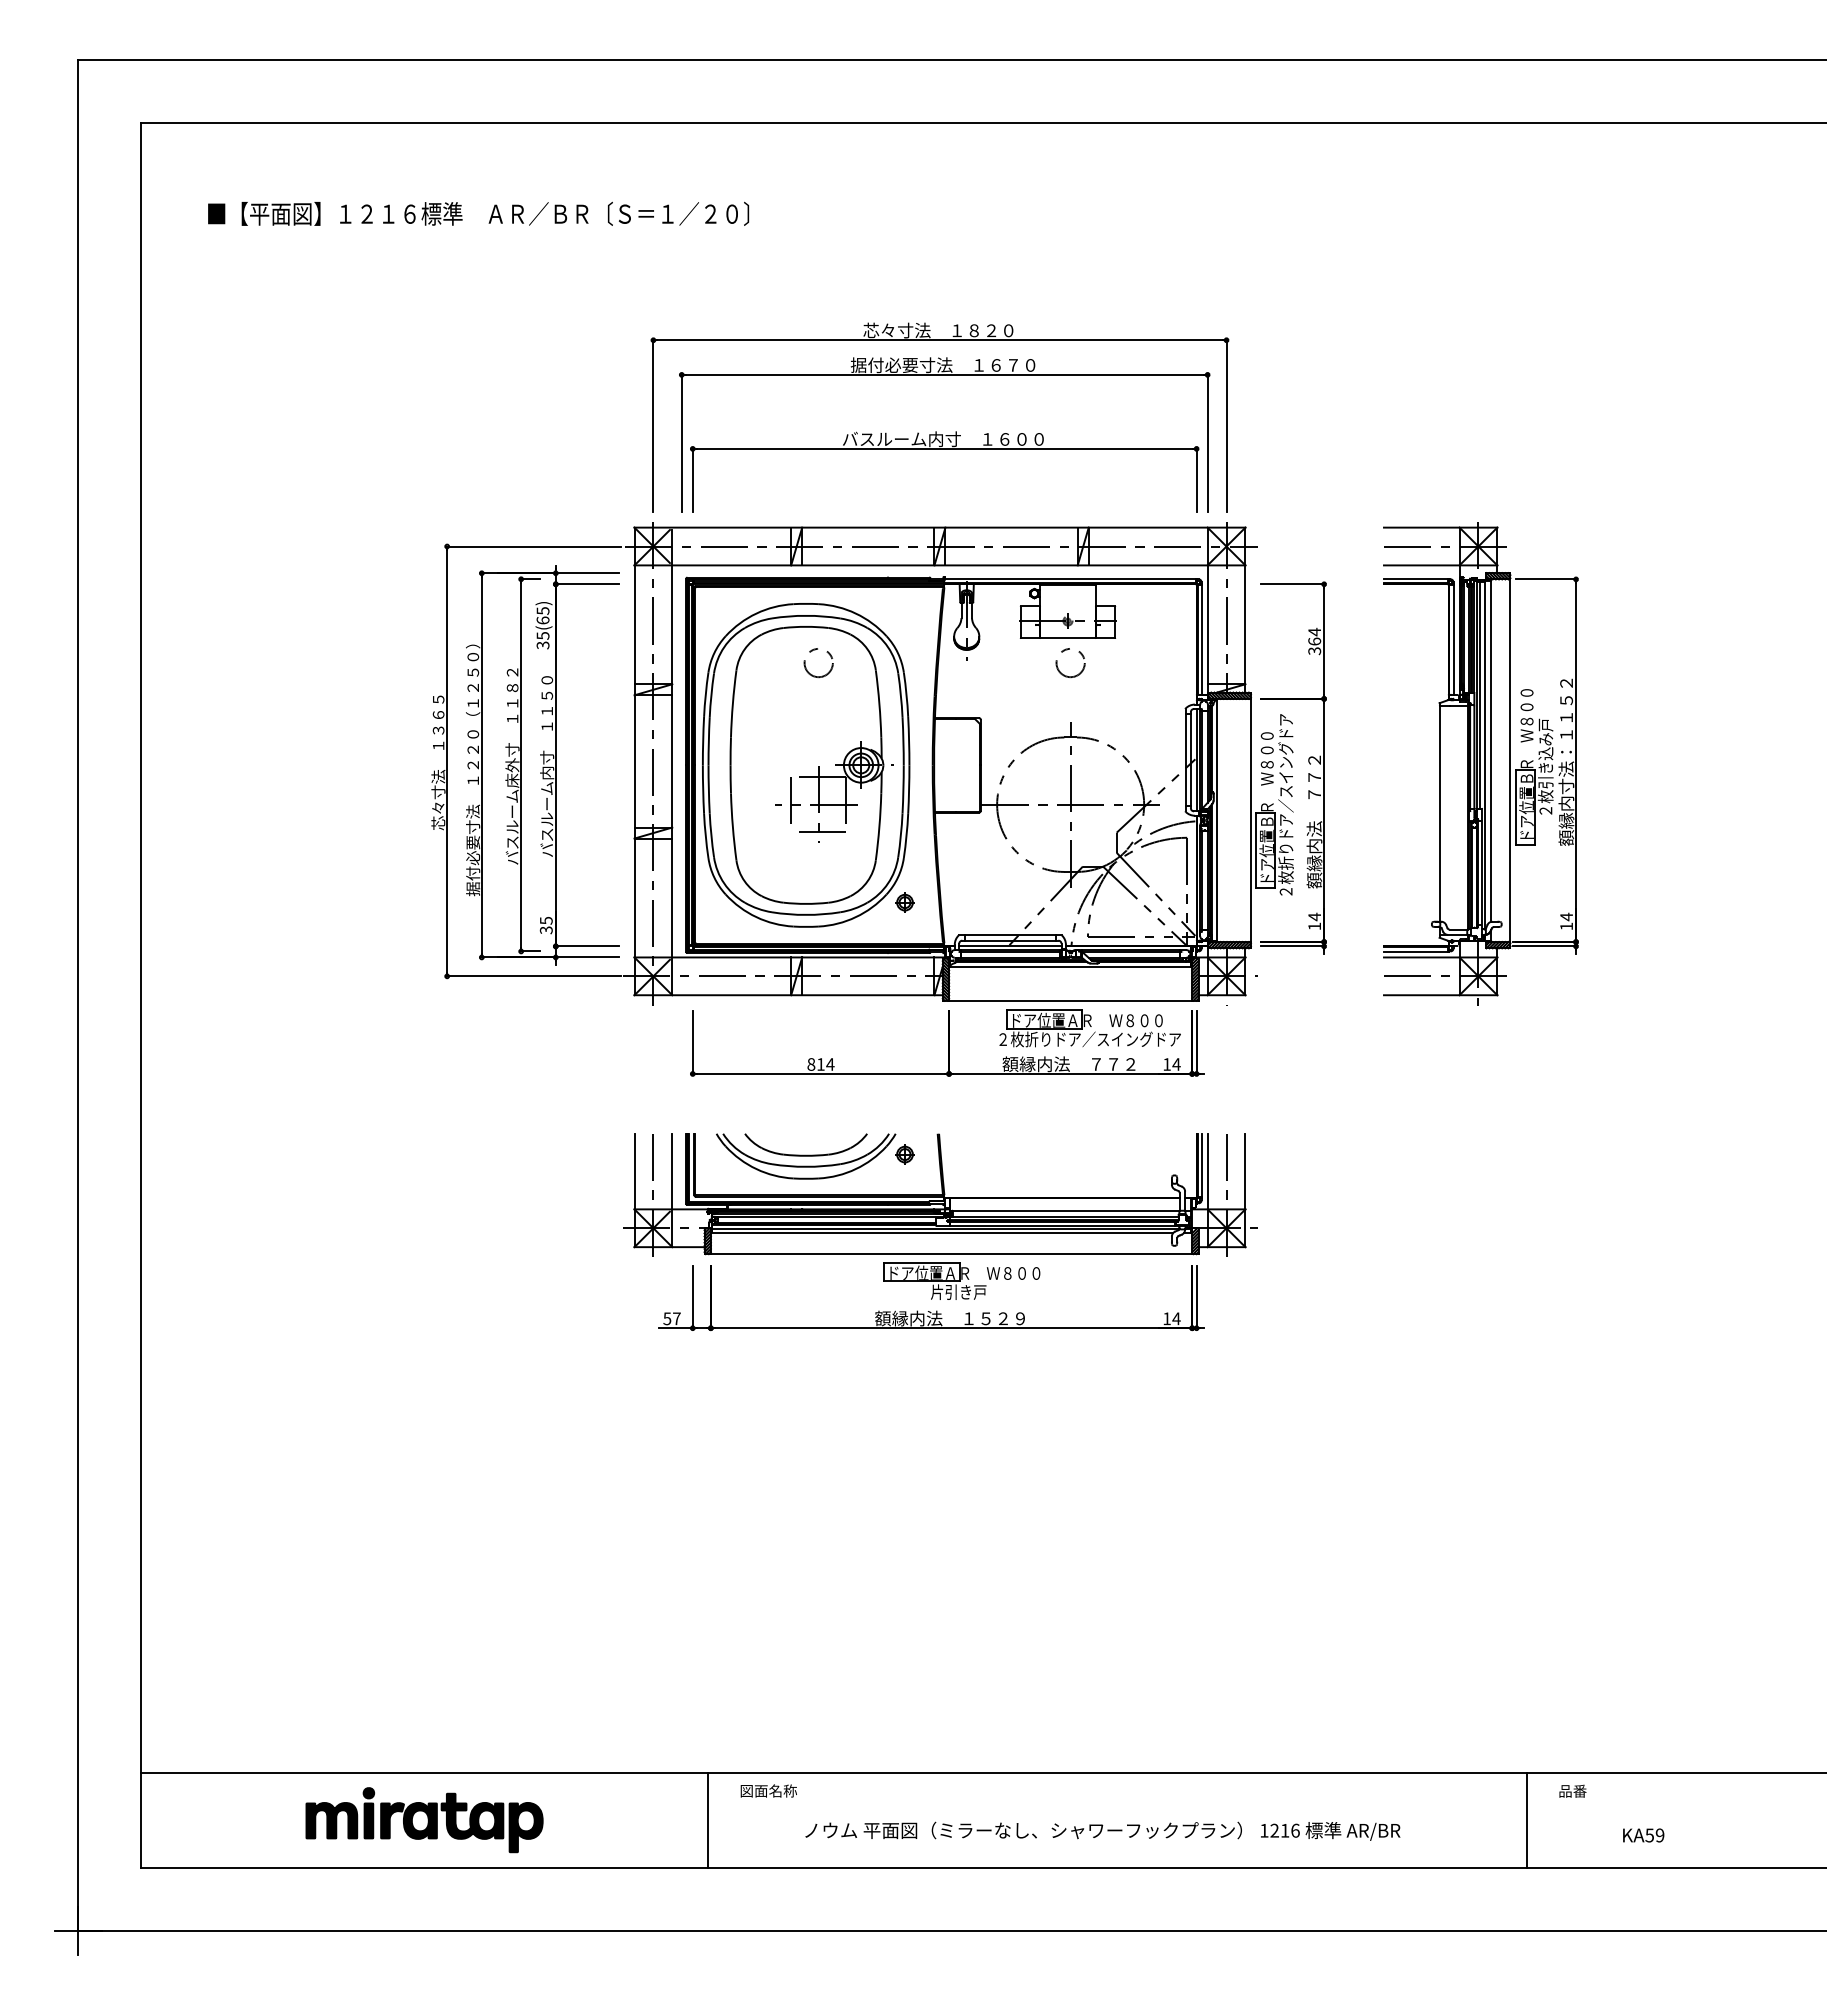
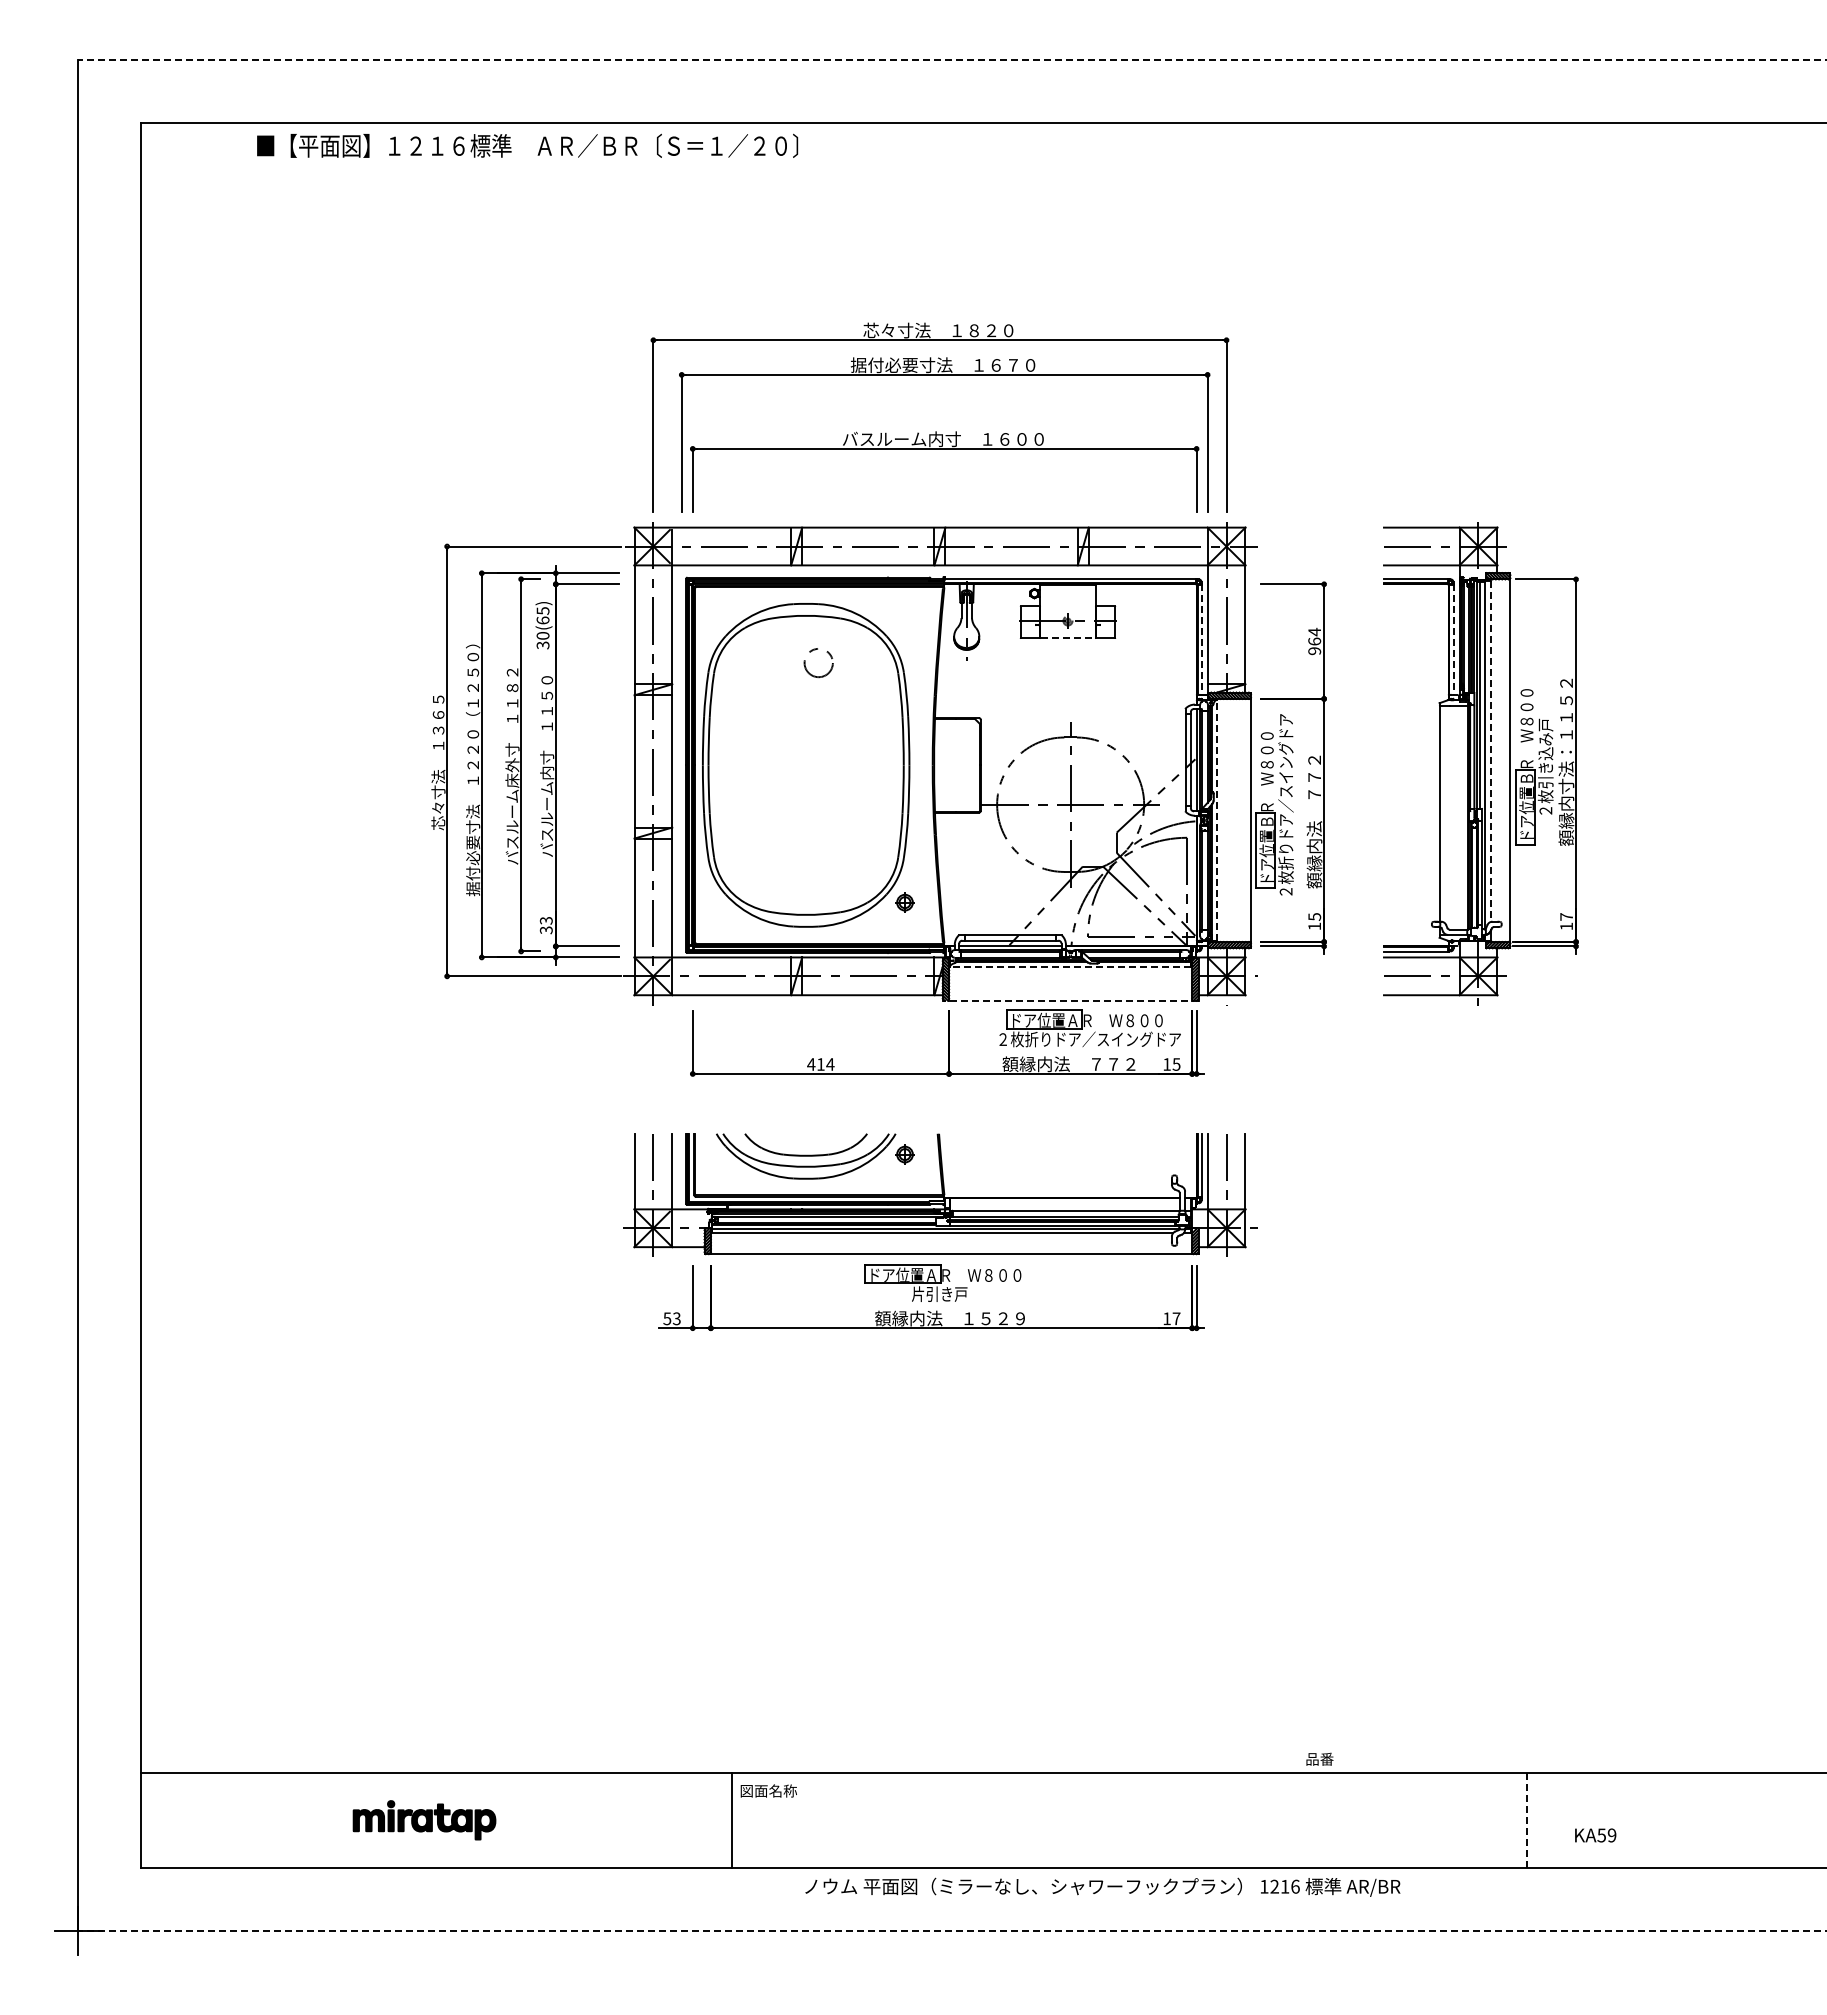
line at (951, 60): solid -> dashed
text at (478, 213) position: (478, 213) -> (527, 145)
text at (542, 635): 35(65) -> 30(65)
line at (1068, 638): solid -> dashed
line at (1202, 640): solid -> dashed
line at (1454, 640): solid -> dashed
text at (1314, 651): 364 -> 964
circle at (1070, 663): present -> none
line at (1491, 751): solid -> dashed
part at (811, 765): present -> none
line at (1217, 819): solid -> dashed
text at (1314, 916): 14 -> 15
text at (1566, 916): 14 -> 17
text at (545, 920): 35 -> 33
line at (1070, 966): solid -> dashed
line at (1070, 1000): solid -> dashed
text at (811, 1064): 814 -> 414
text at (1176, 1064): 14 -> 15
part at (961, 1280) position: (961, 1280) -> (942, 1282)
text at (676, 1318): 57 -> 53
text at (1176, 1318): 14 -> 17
text at (1572, 1790) position: (1572, 1790) -> (1319, 1758)
part at (424, 1820) size: 239x67 px -> 145x41 px
line at (708, 1820) position: (708, 1820) -> (732, 1820)
line at (1526, 1821): solid -> dashed
text at (1102, 1830) position: (1102, 1830) -> (1102, 1886)
text at (1643, 1835) position: (1643, 1835) -> (1595, 1835)
line at (951, 1930): solid -> dashed
